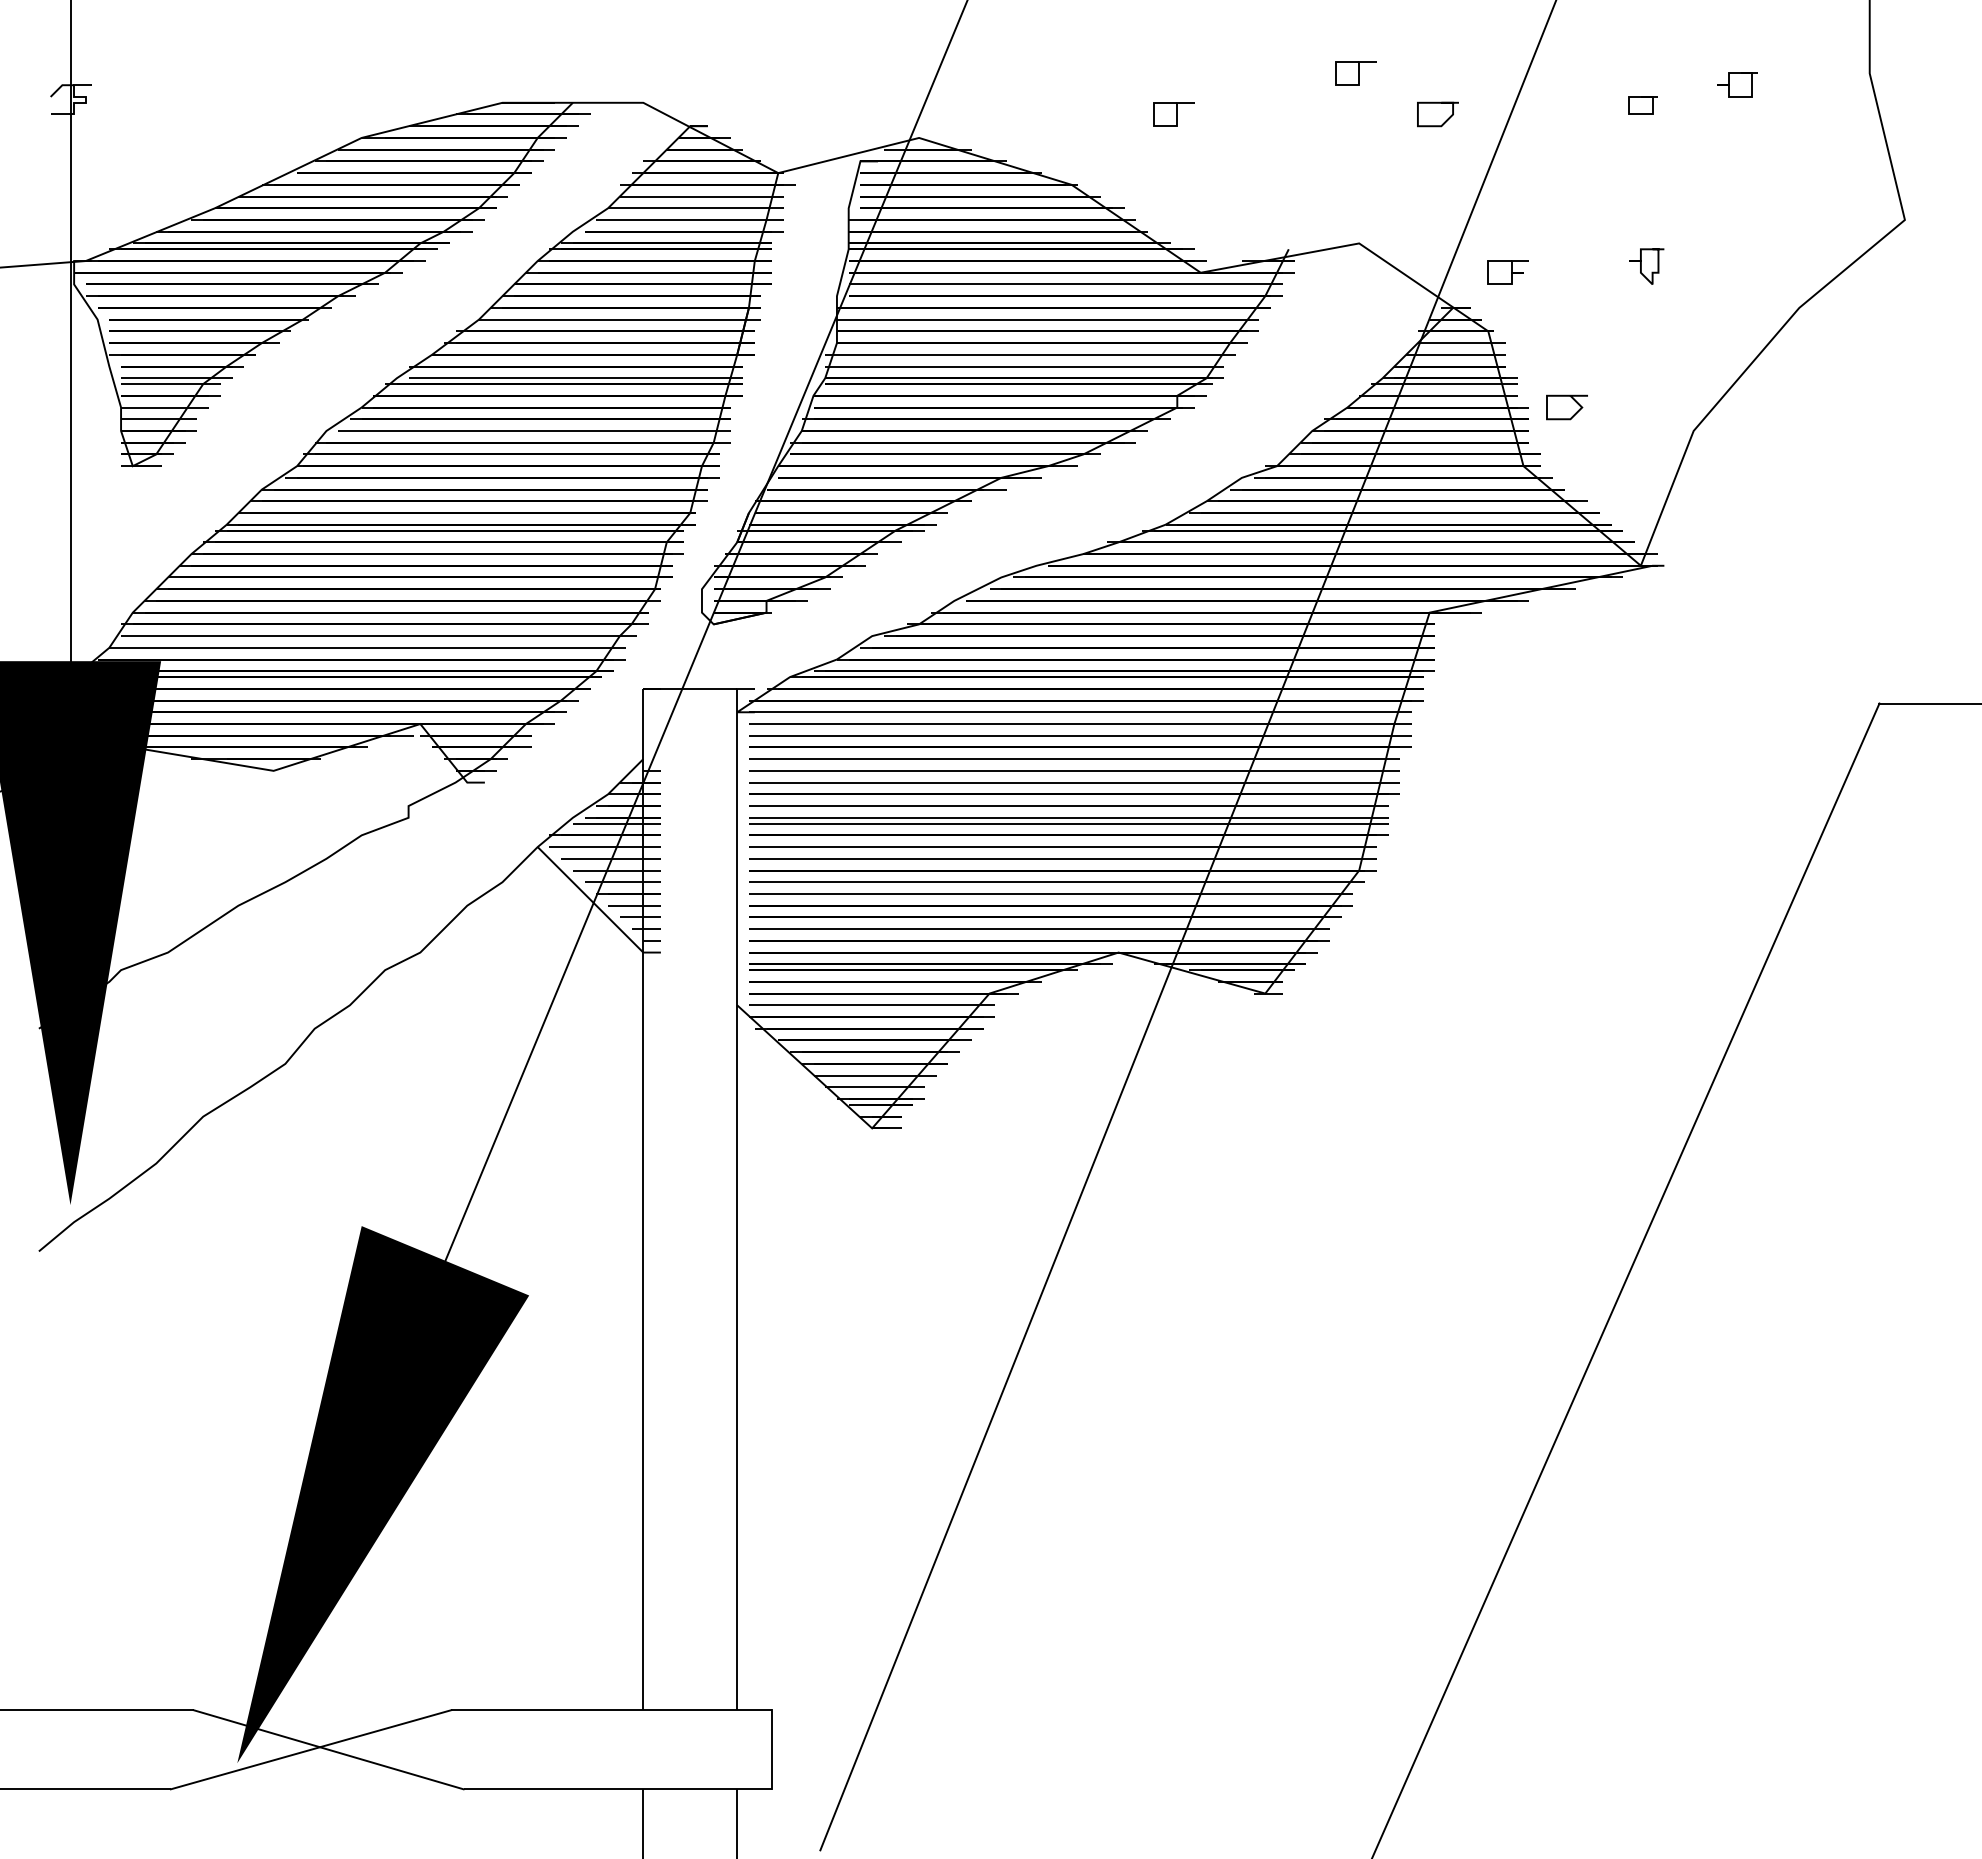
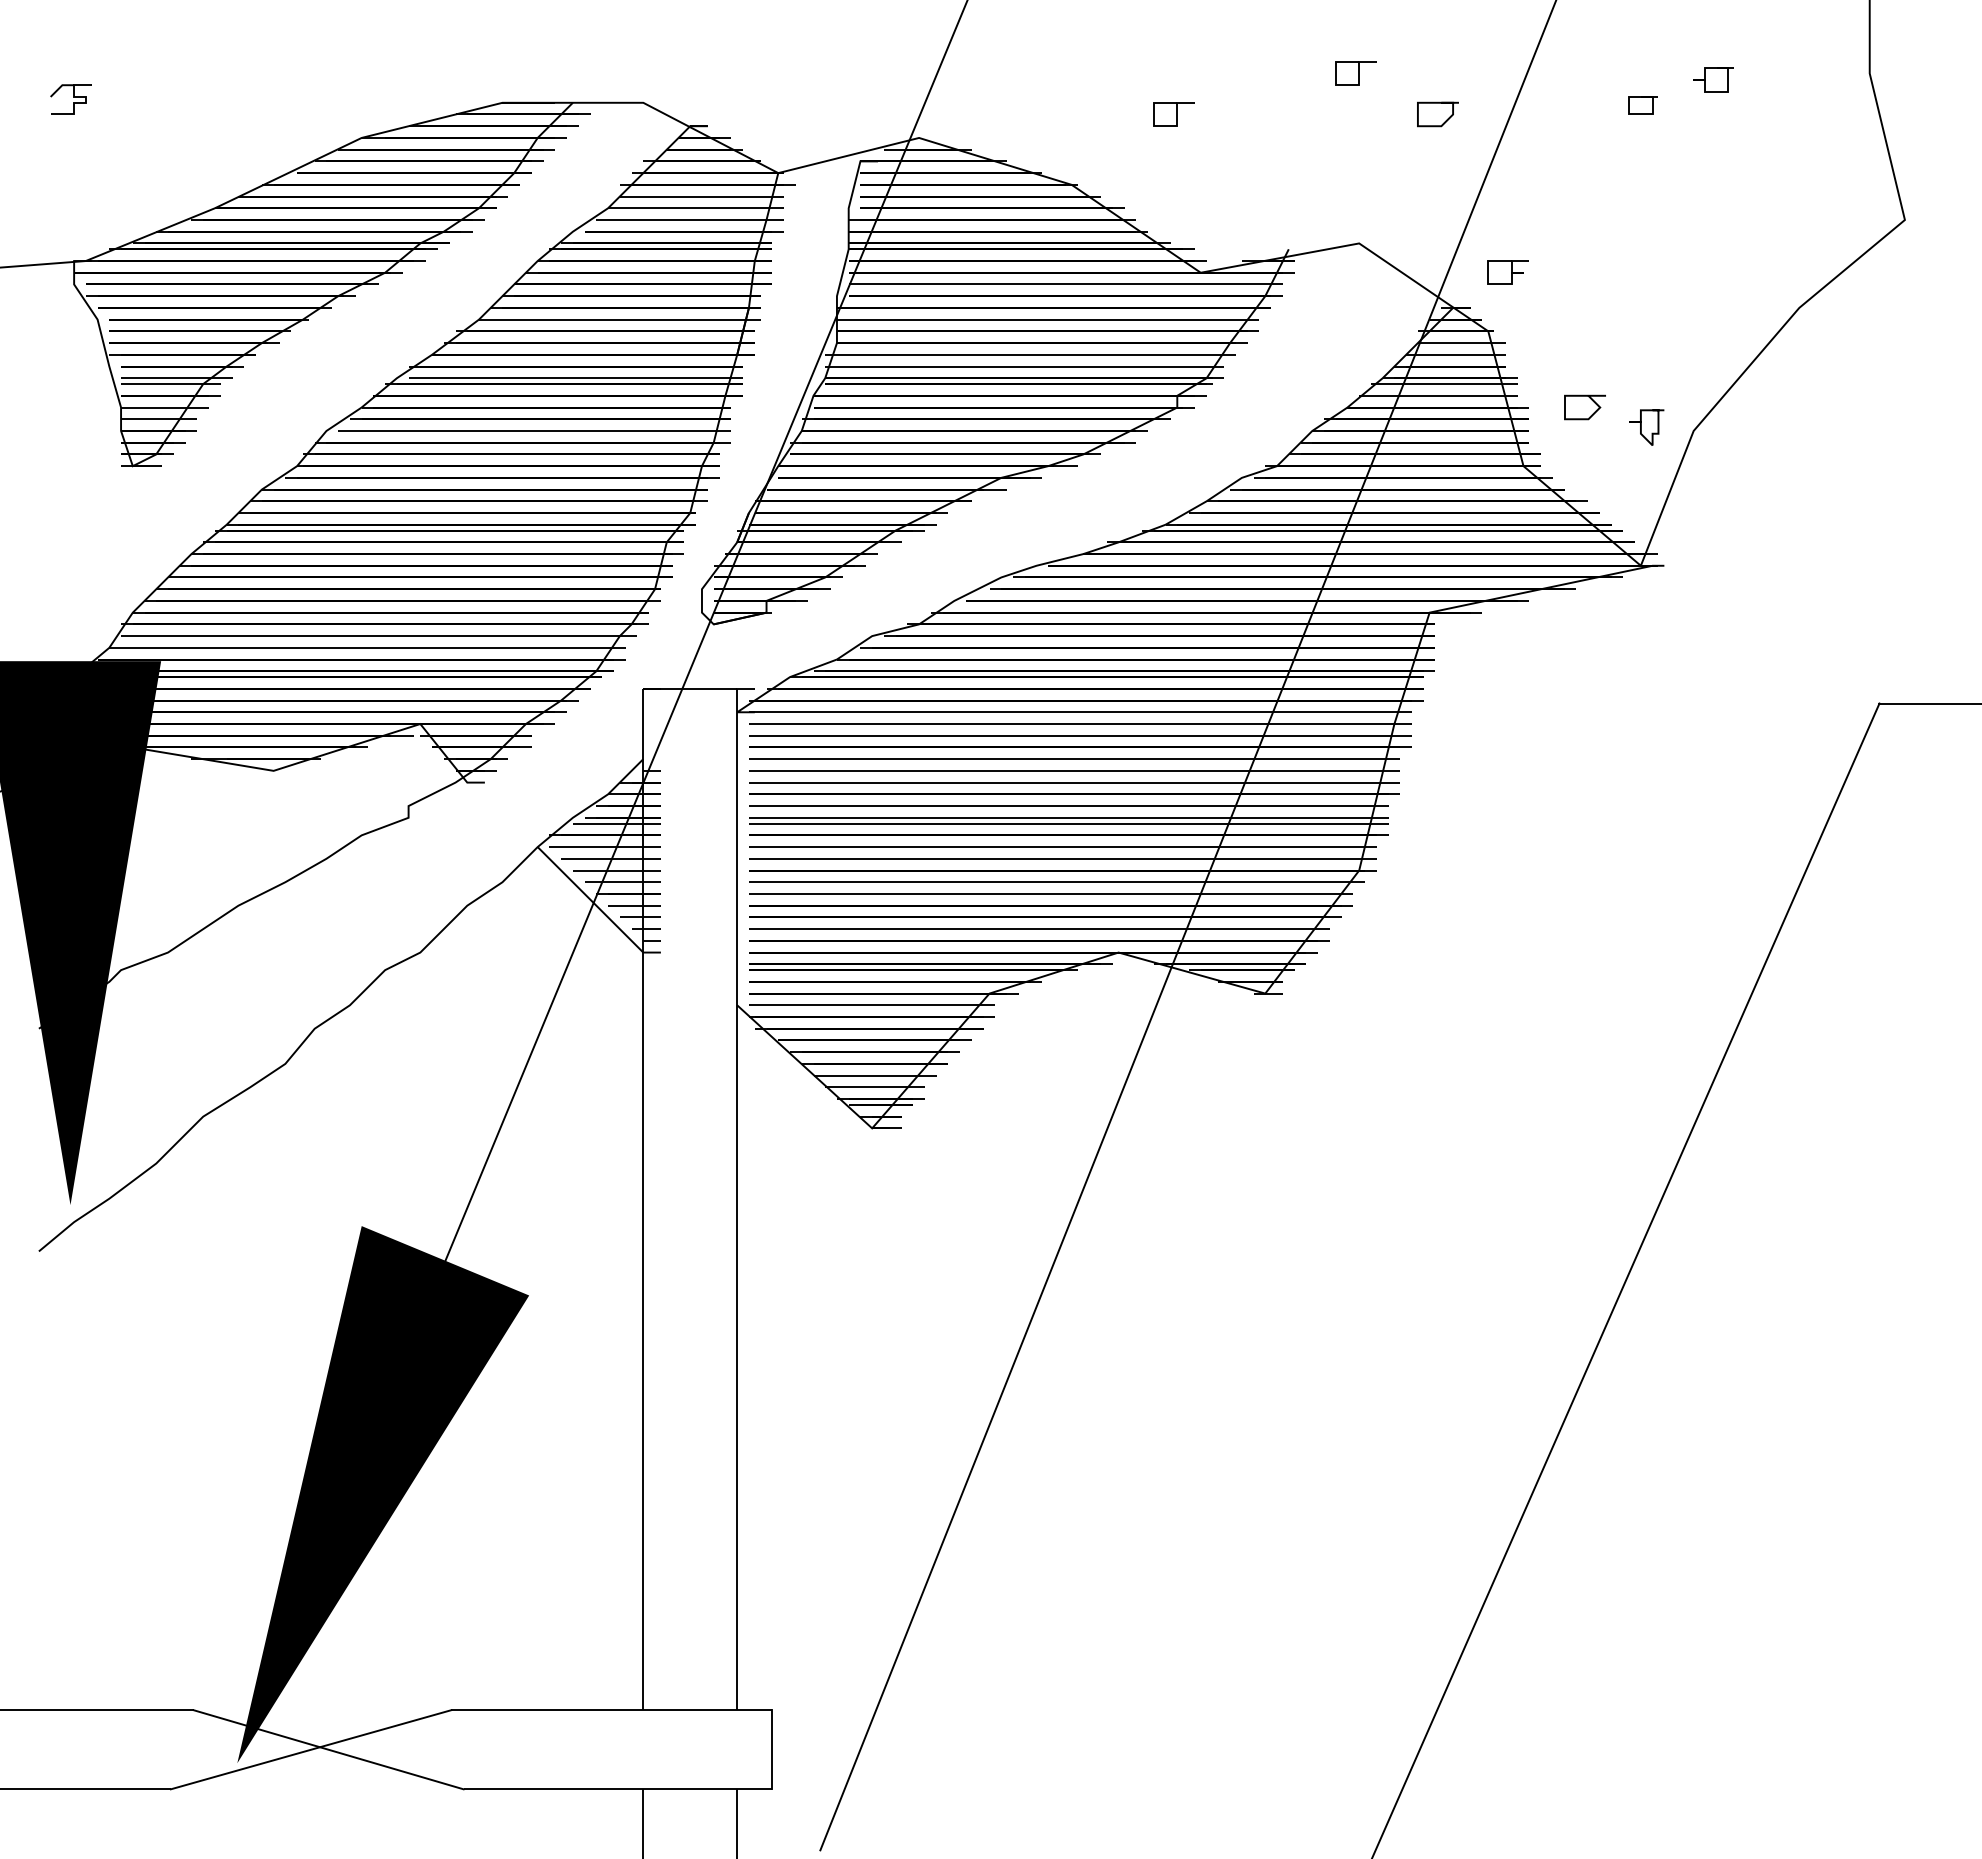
curve at (1729, 84) position: (1729, 84) -> (1705, 79)
curve at (1641, 266) position: (1641, 266) -> (1641, 427)
line at (70, 331): present -> none
curve at (1573, 400) position: (1573, 400) -> (1591, 400)
